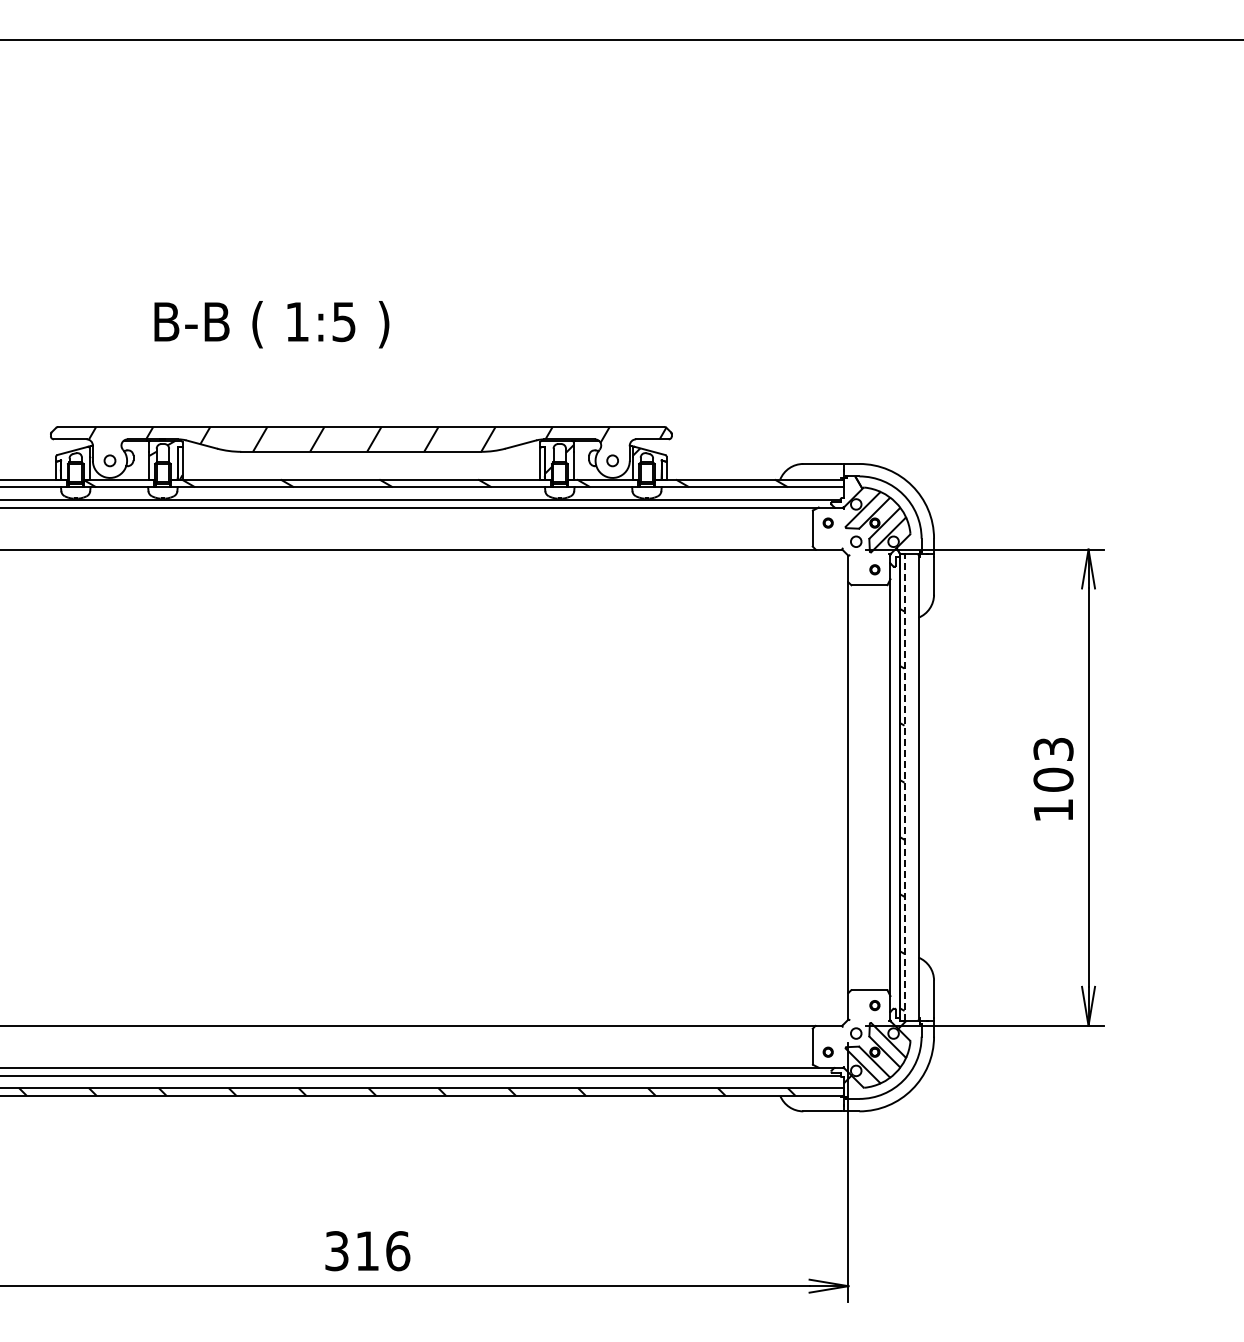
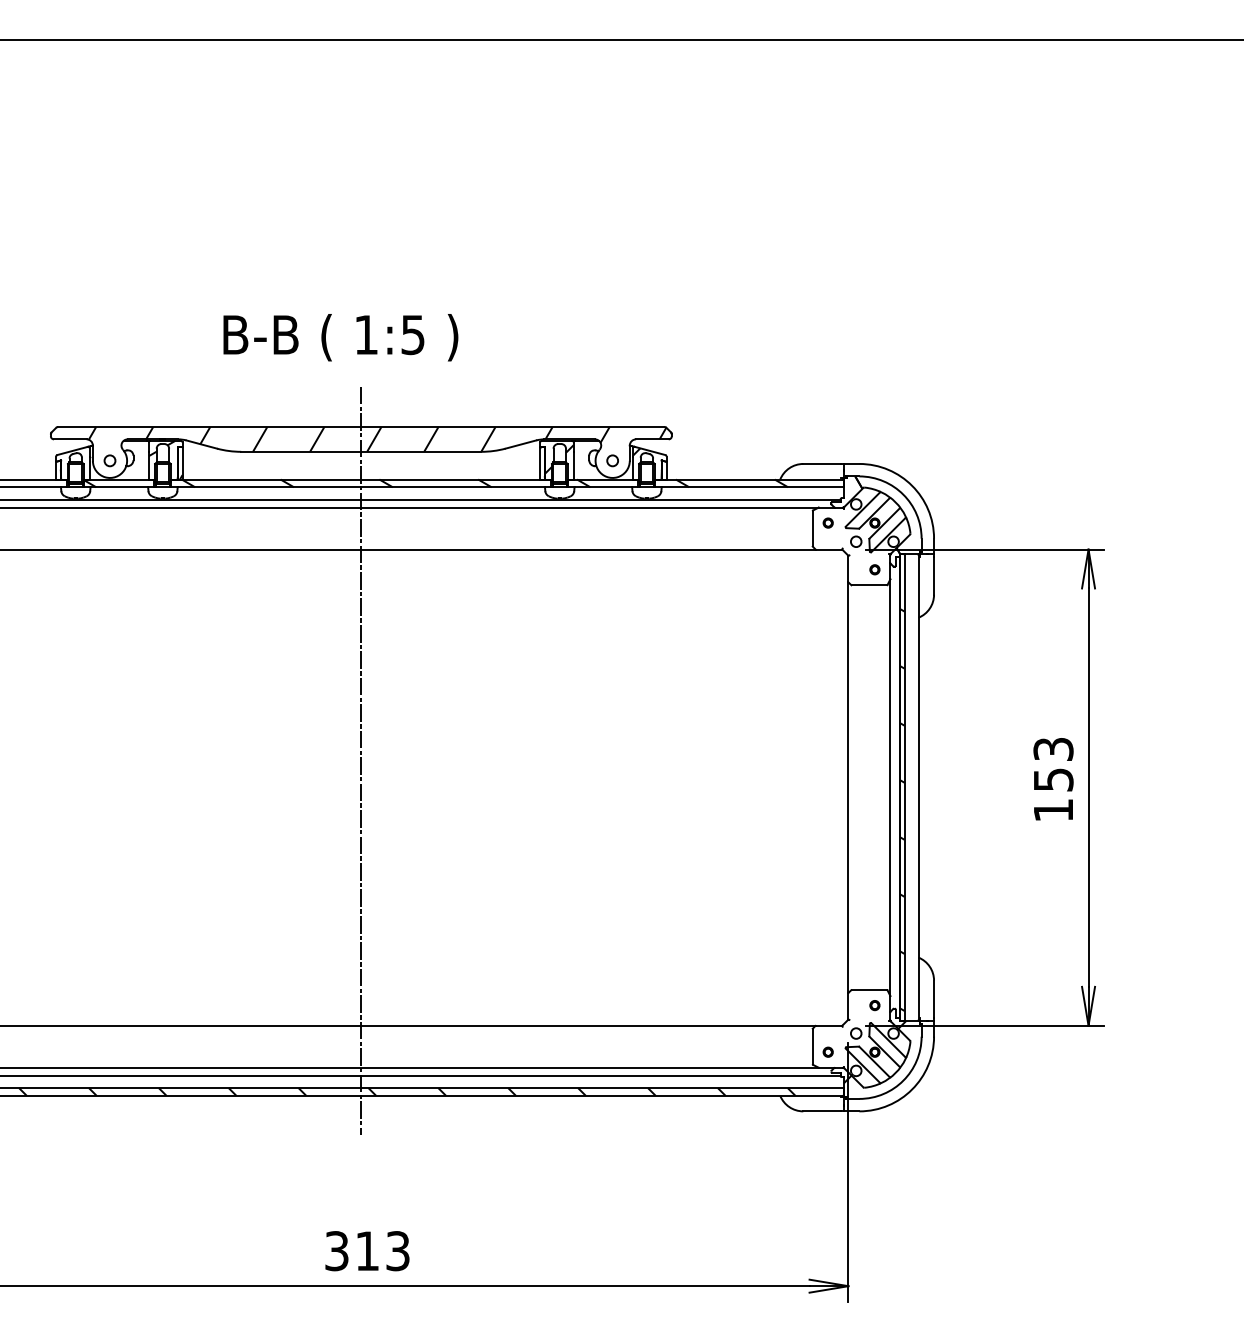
text at (271, 324) position: (271, 324) -> (340, 337)
line at (361, 760): none -> present
text at (1053, 779): 103 -> 153
line at (904, 787): dashed -> solid
text at (398, 1251): 316 -> 313
